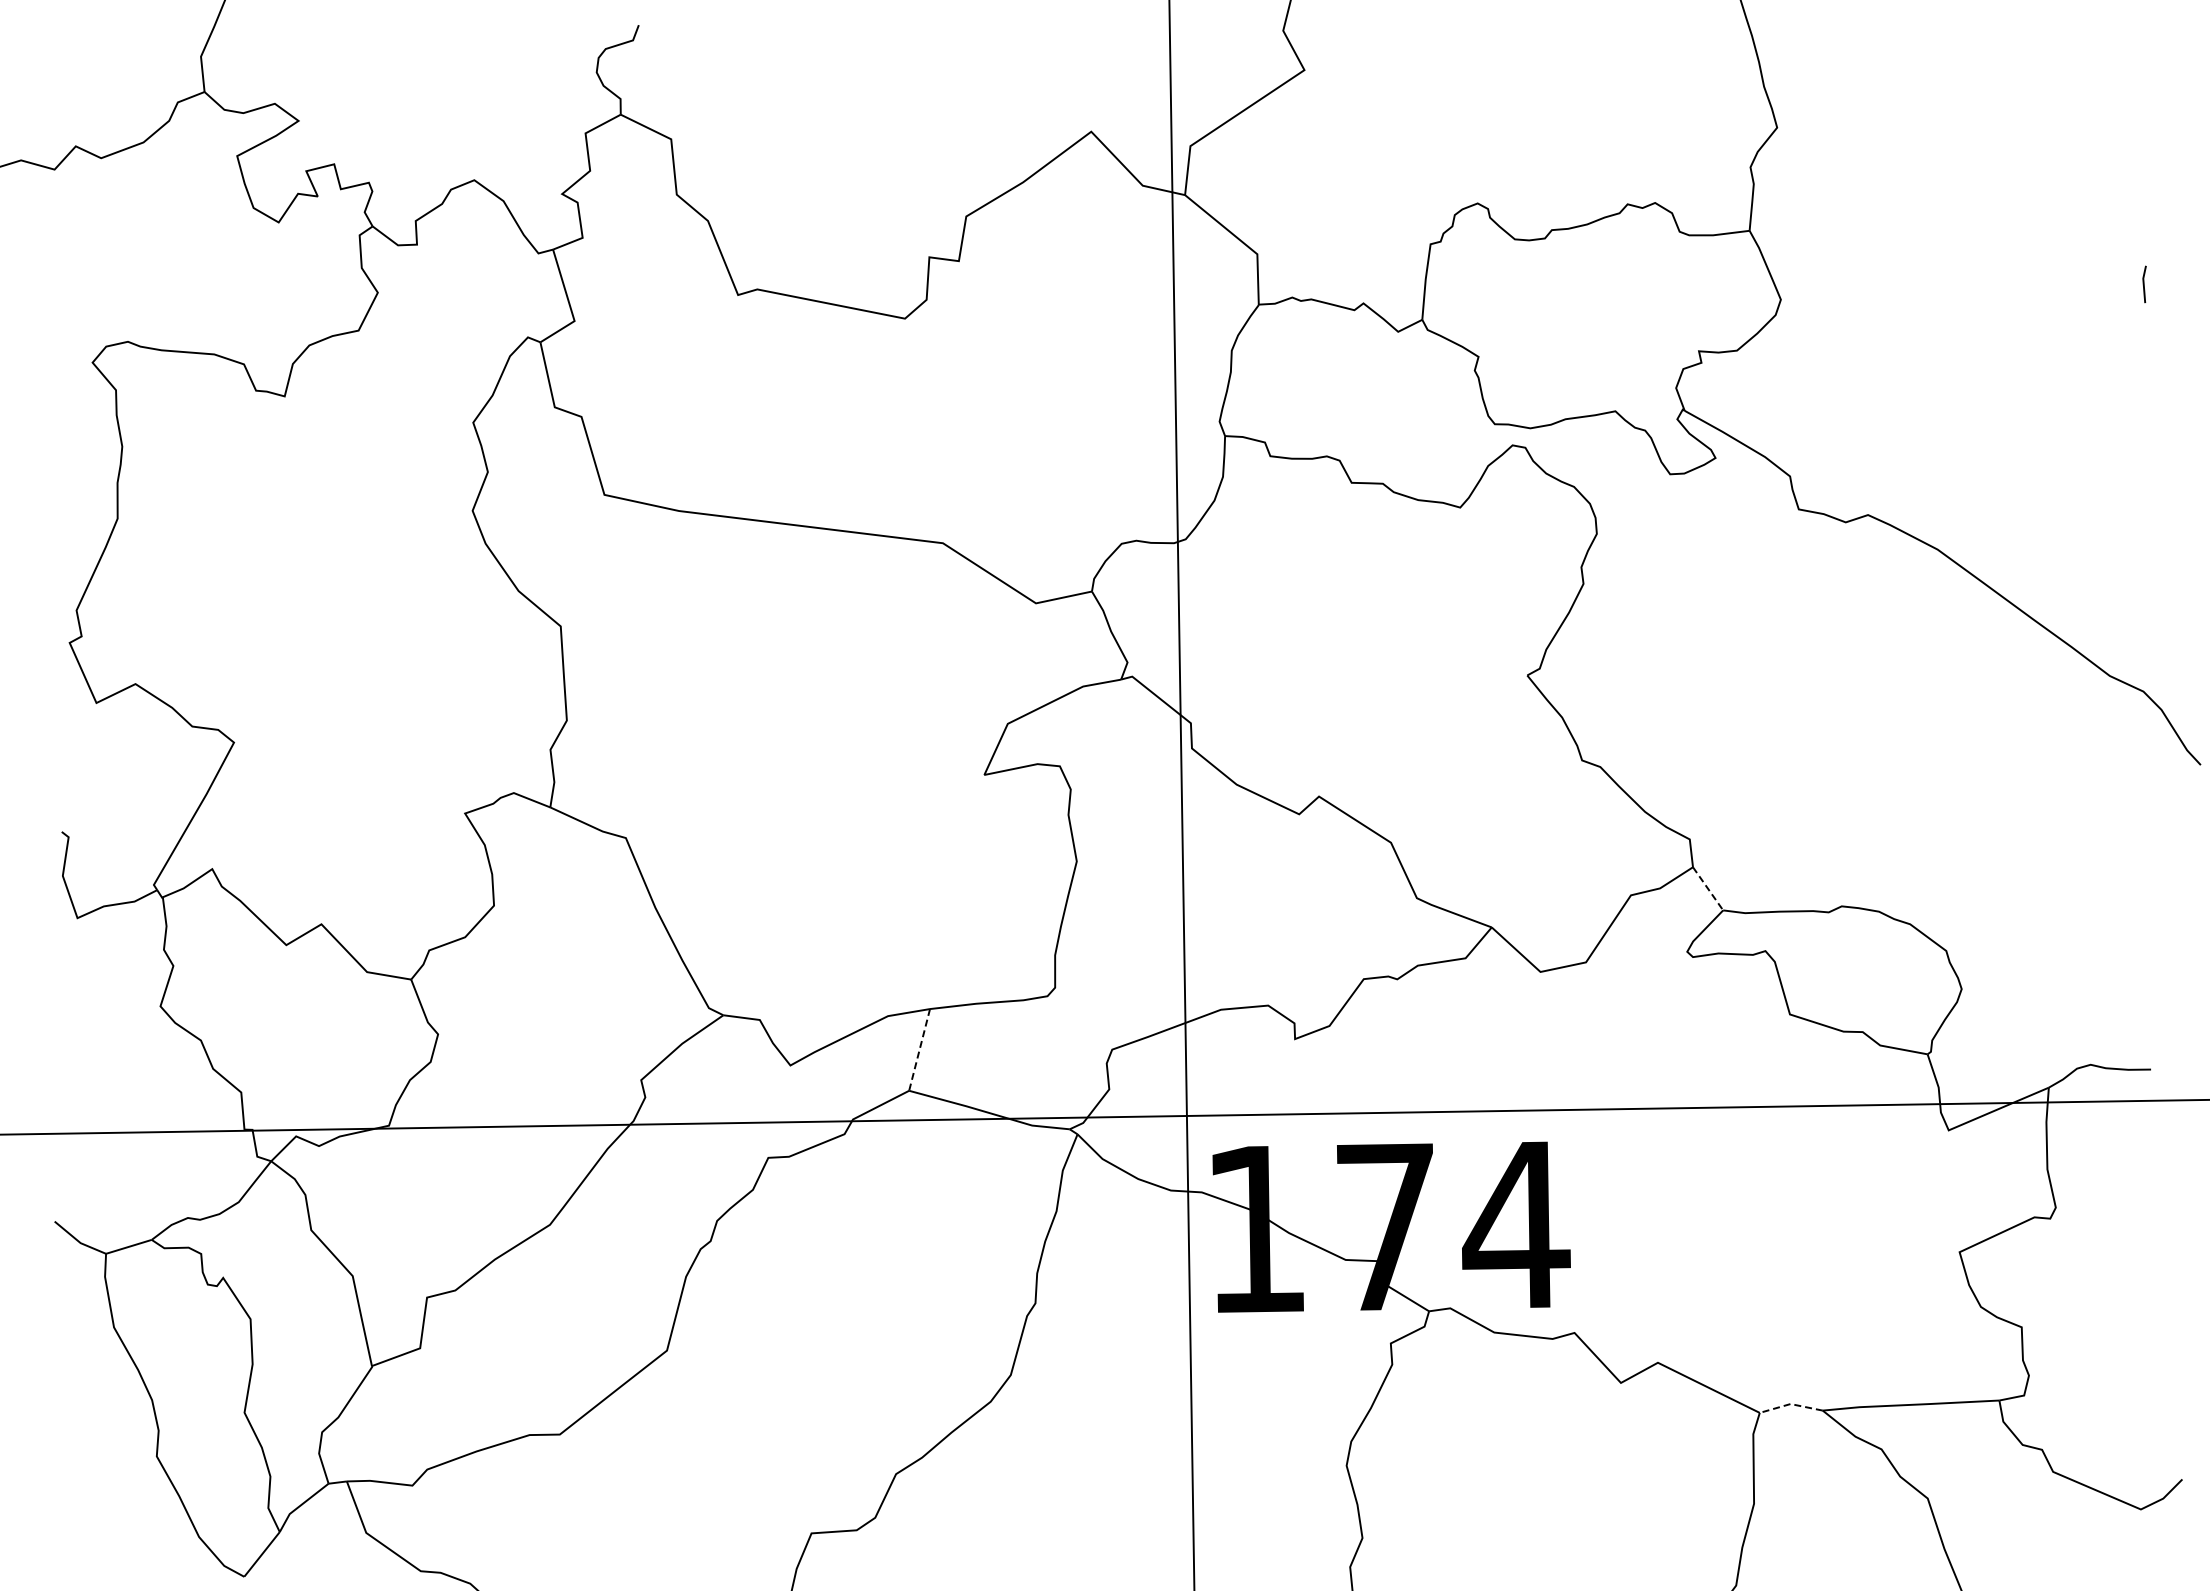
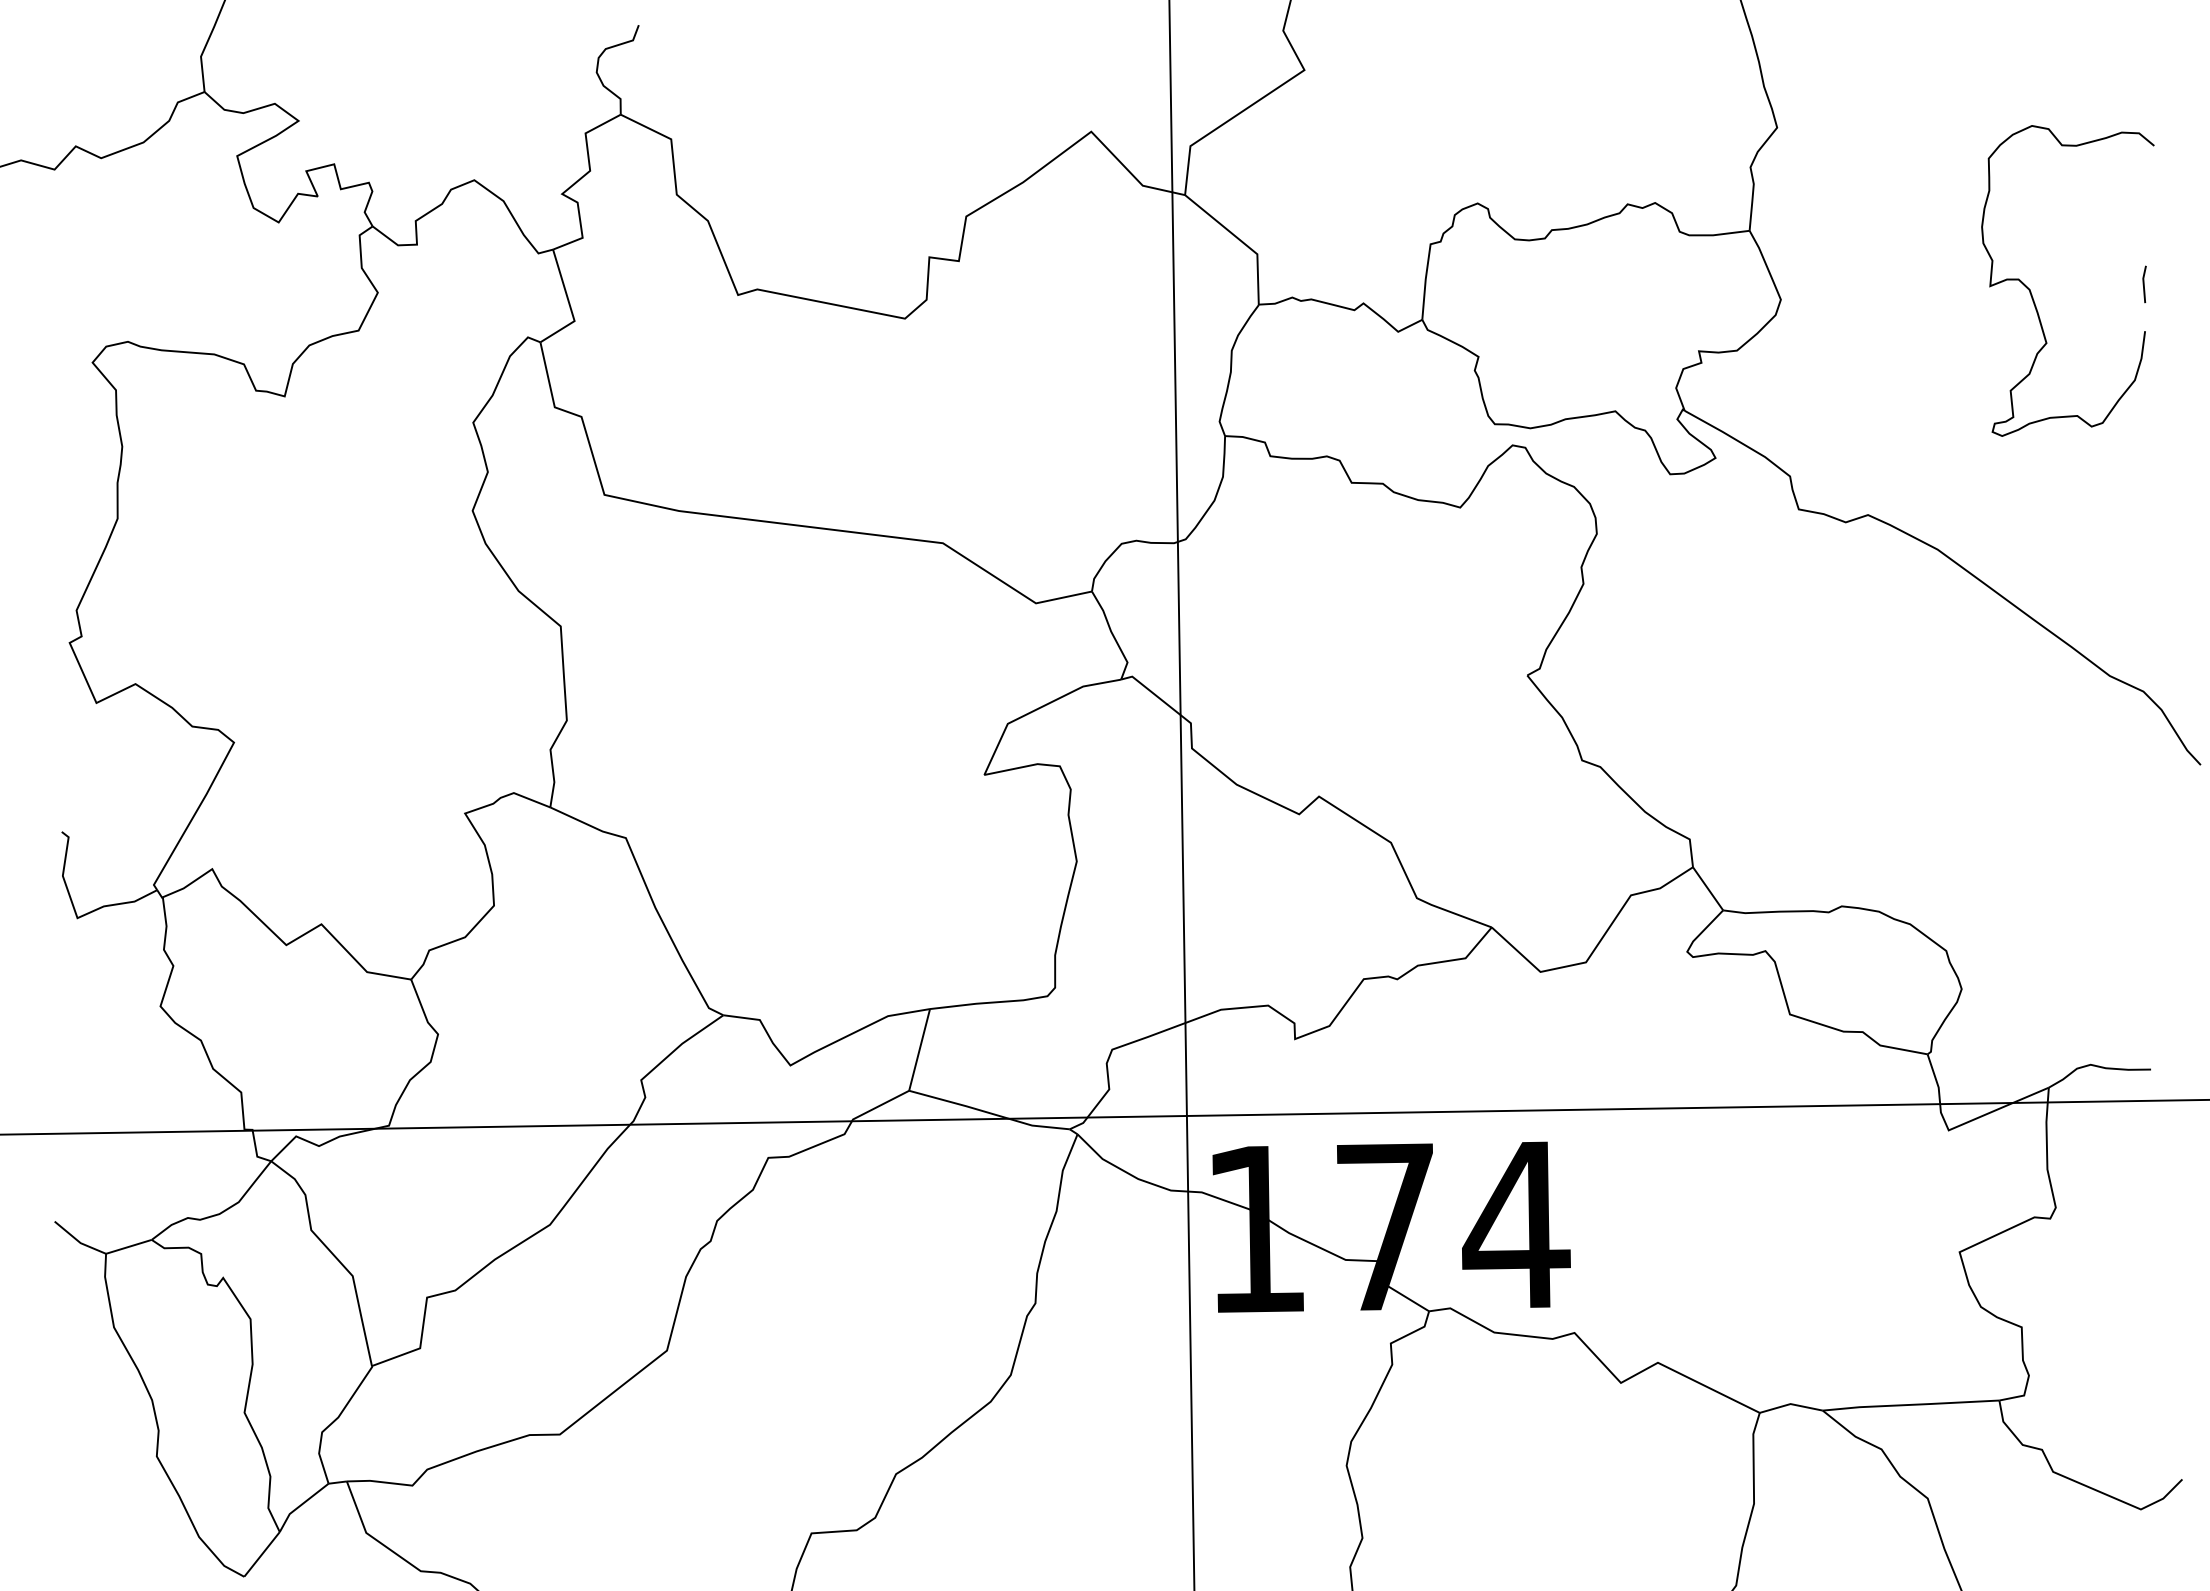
curve at (2031, 291): none -> present
line at (1708, 889): dashed -> solid
line at (919, 1050): dashed -> solid
line at (1790, 1404): dashed -> solid
